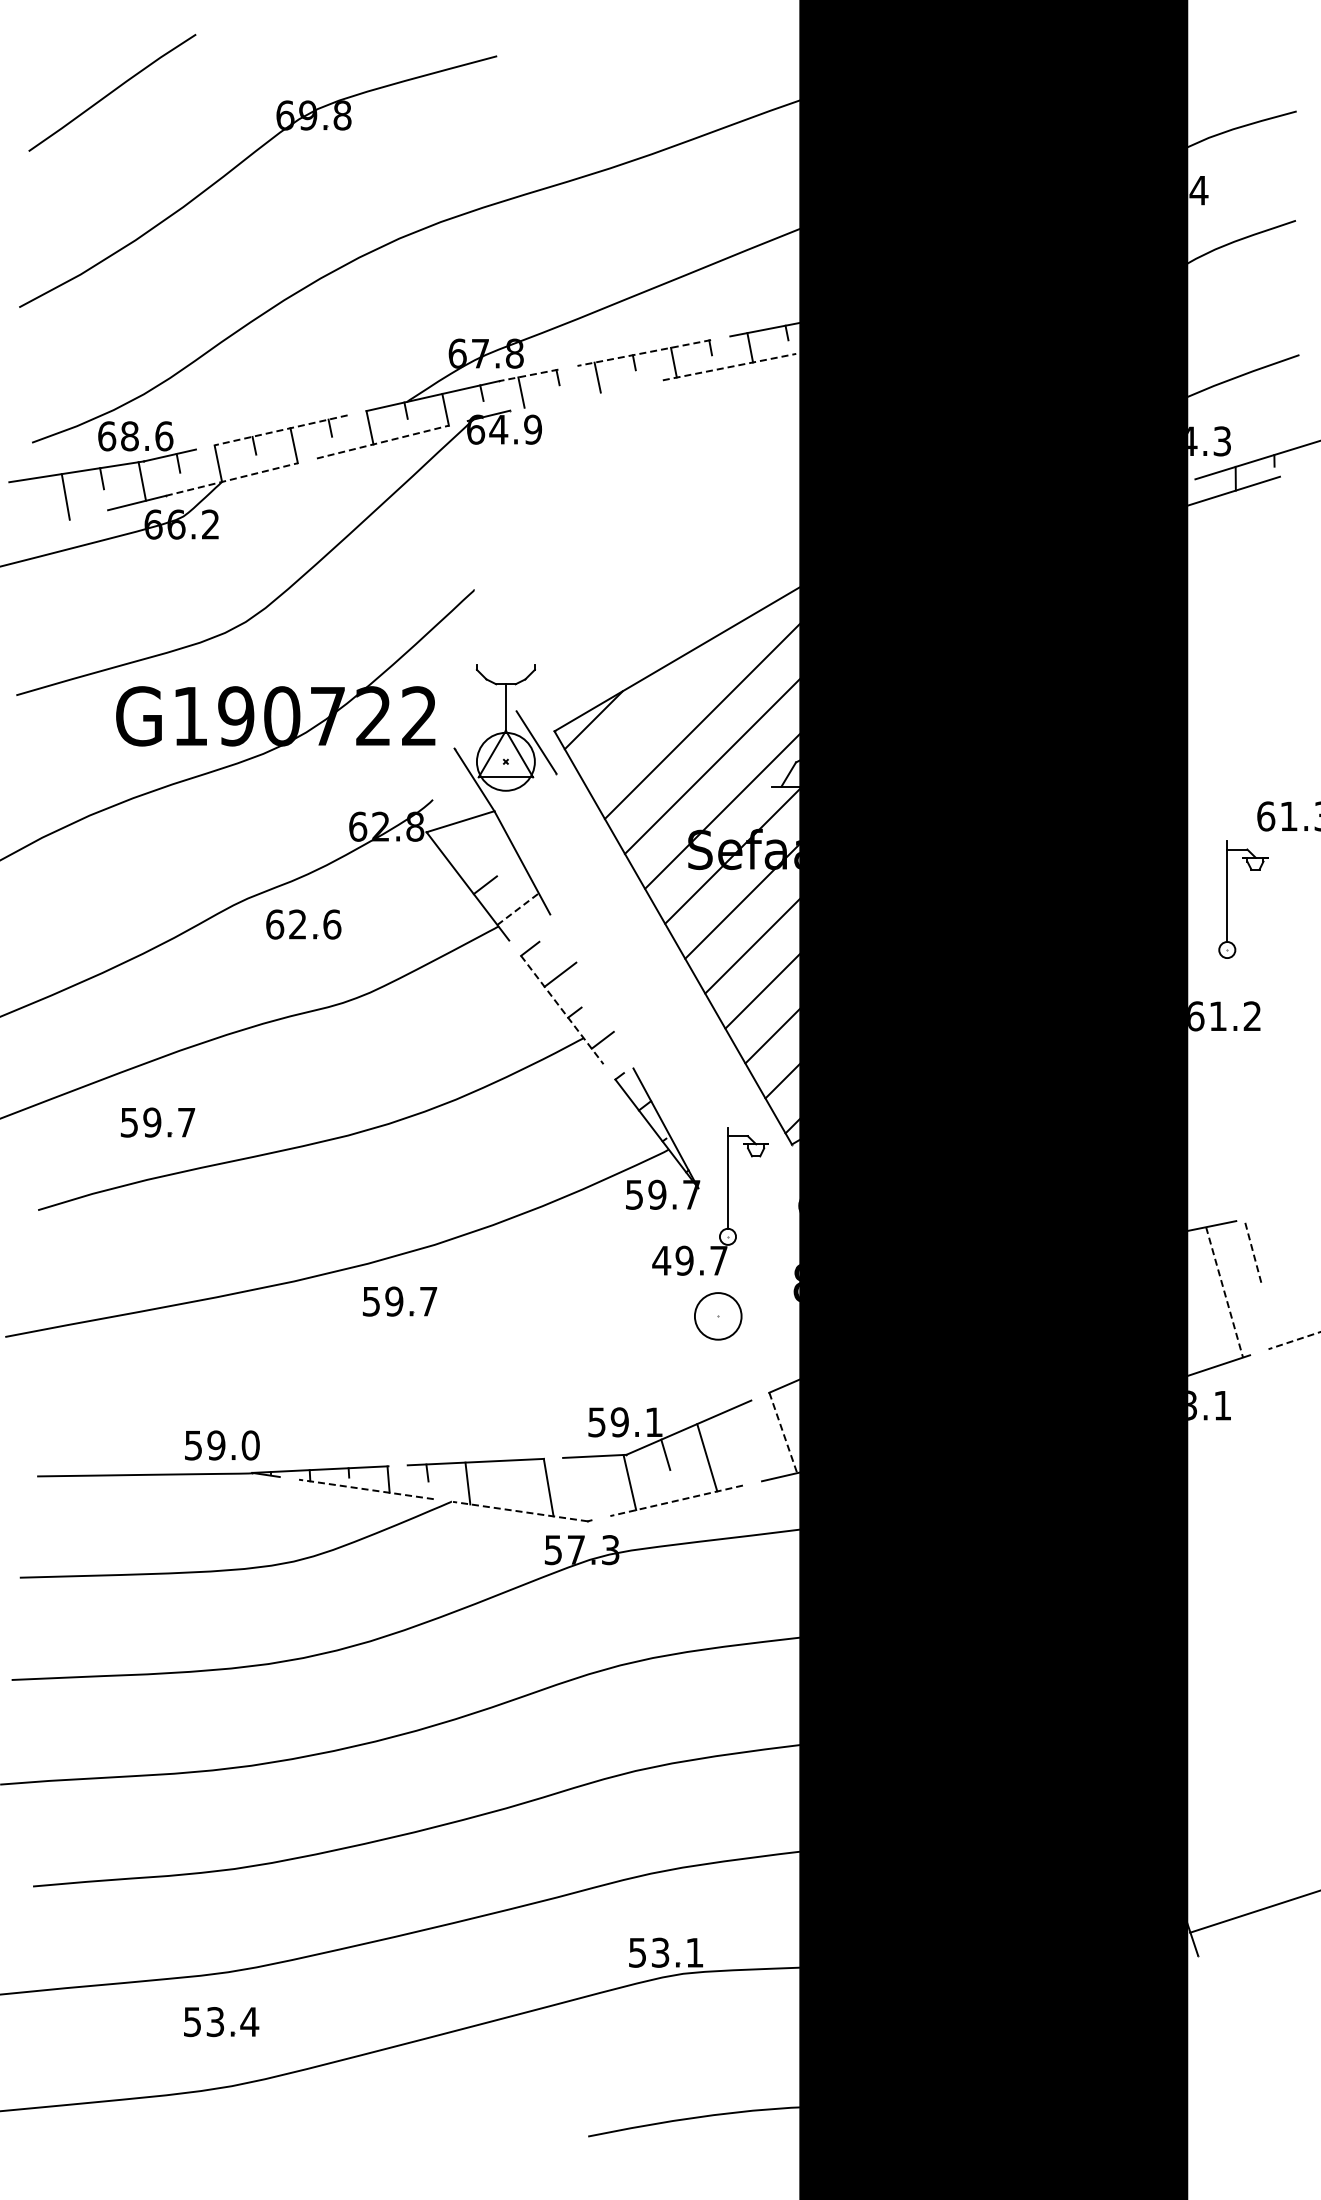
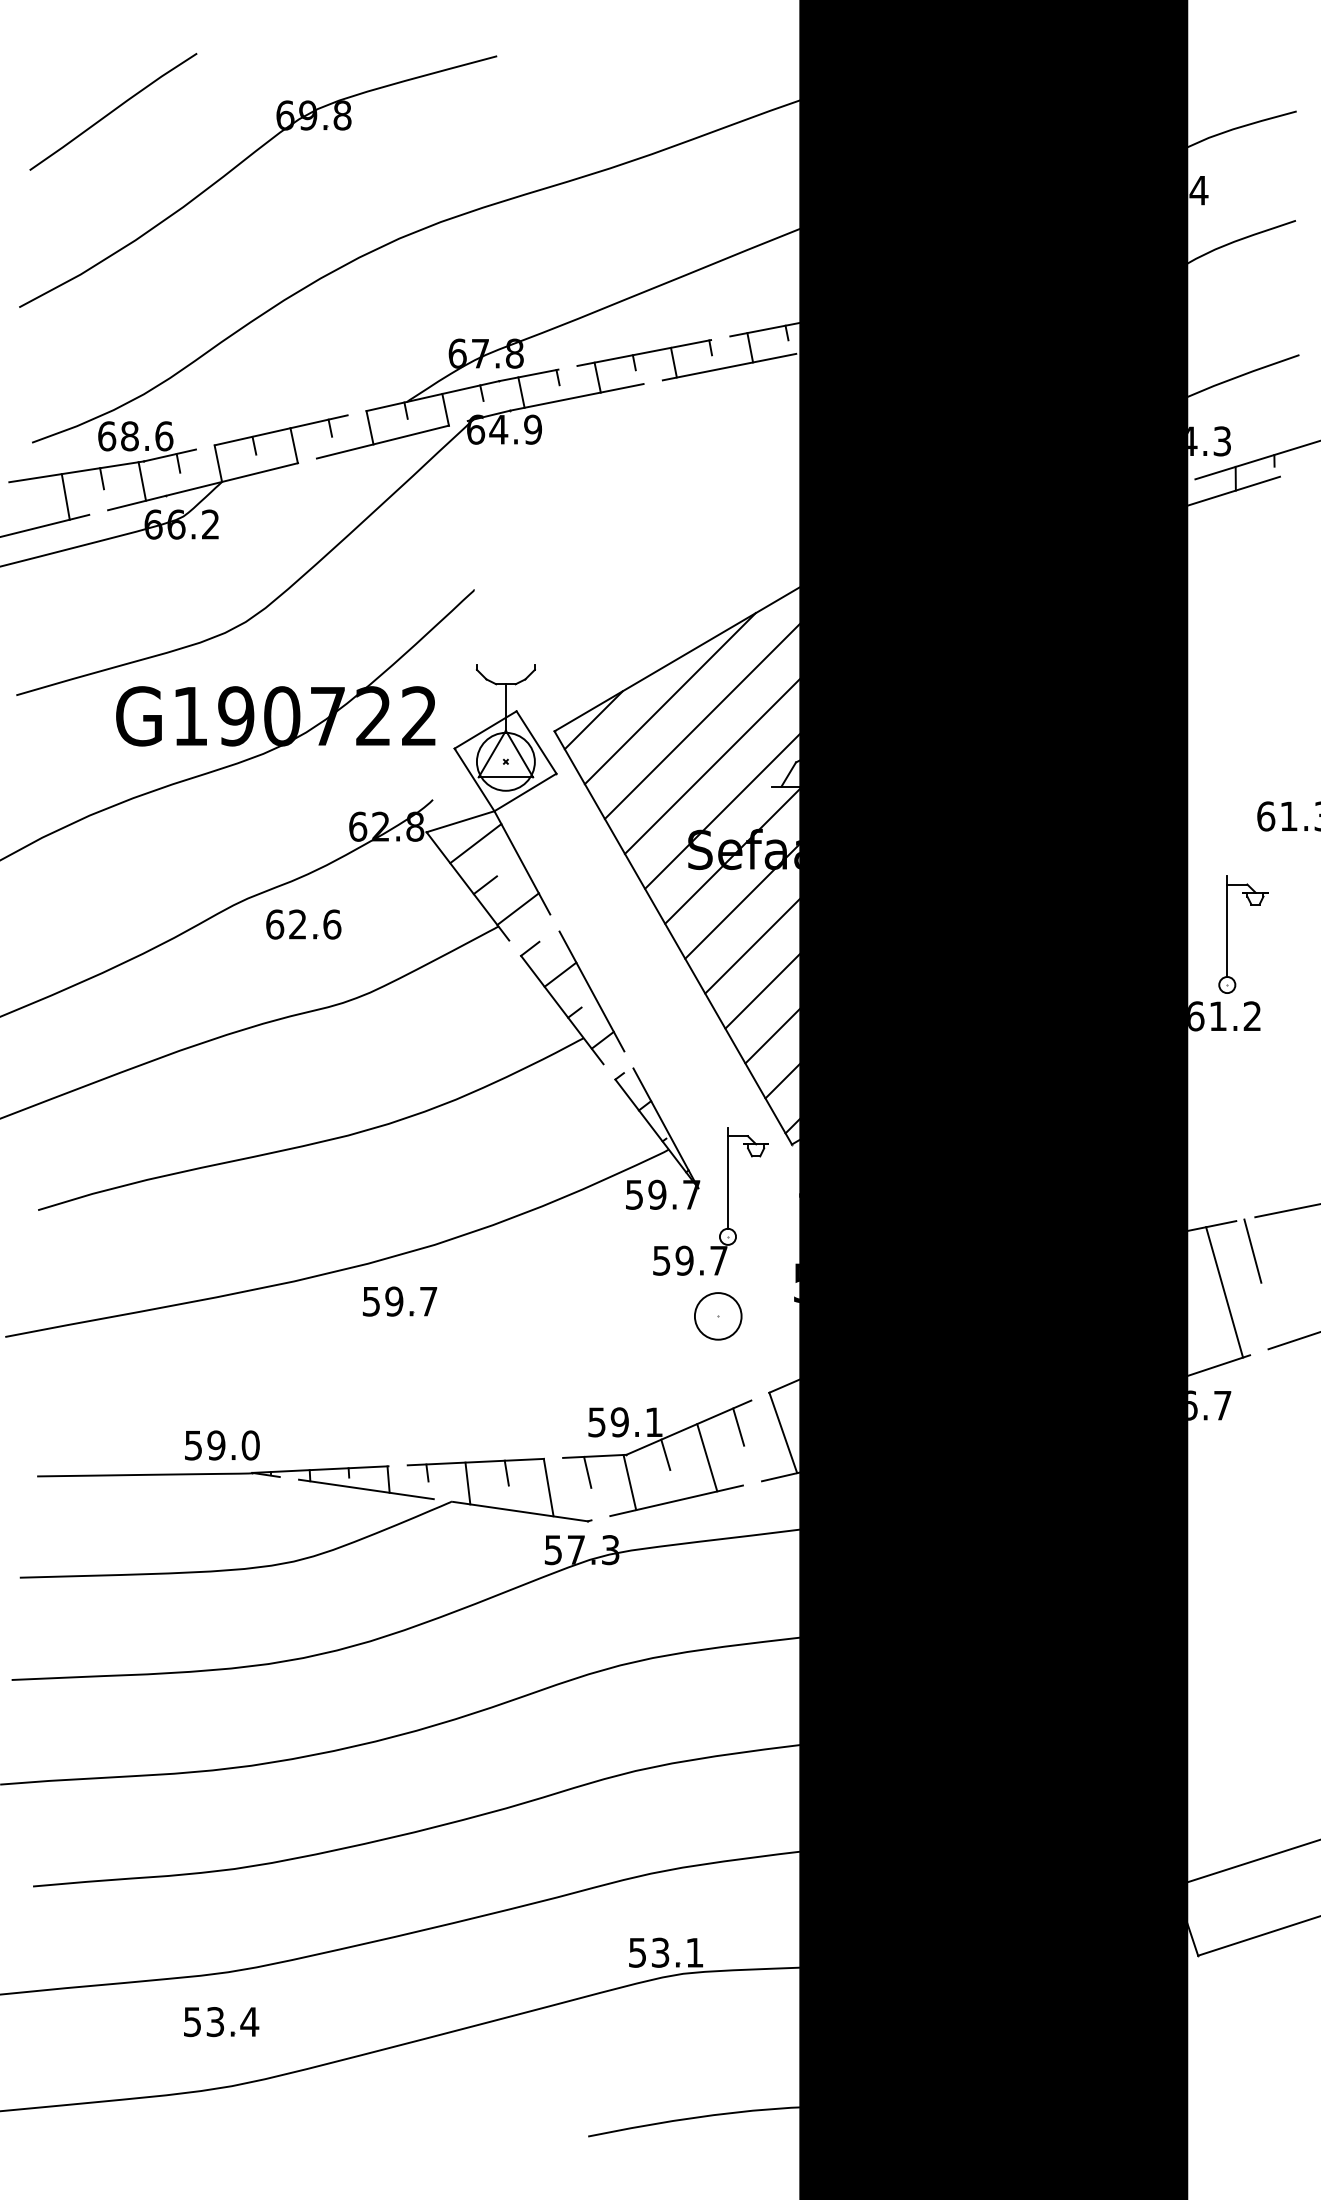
curve at (112, 92) position: (112, 92) -> (113, 111)
line at (643, 353): dashed -> solid
line at (729, 367): dashed -> solid
line at (528, 375): dashed -> solid
line at (576, 397): none -> present
line at (280, 430): dashed -> solid
line at (383, 441): dashed -> solid
line at (232, 479): dashed -> solid
line at (45, 525): none -> present
line at (669, 698): none -> present
line at (485, 729): none -> present
line at (525, 792): none -> present
line at (475, 843): none -> present
part at (1227, 899) position: (1227, 899) -> (1227, 934)
line at (518, 908): dashed -> solid
line at (591, 991): none -> present
line at (562, 1010): dashed -> solid
part at (157, 1122): present -> none
text at (798, 1202): 9144 -> 7188
line at (1286, 1210): none -> present
line at (1252, 1251): dashed -> solid
text at (661, 1260): 49.7 -> 59.7
text at (796, 1282): 88.59 -> 59.67
line at (1224, 1292): dashed -> solid
line at (1293, 1340): dashed -> solid
text at (1209, 1405): 83.1 -> 56.7
line at (738, 1426): none -> present
line at (783, 1433): dashed -> solid
line at (587, 1471): none -> present
line at (506, 1472): none -> present
line at (365, 1489): dashed -> solid
line at (676, 1500): dashed -> solid
line at (519, 1511): dashed -> solid
line at (1246, 1863): none -> present
line at (1253, 1911) position: (1253, 1911) -> (1257, 1936)
